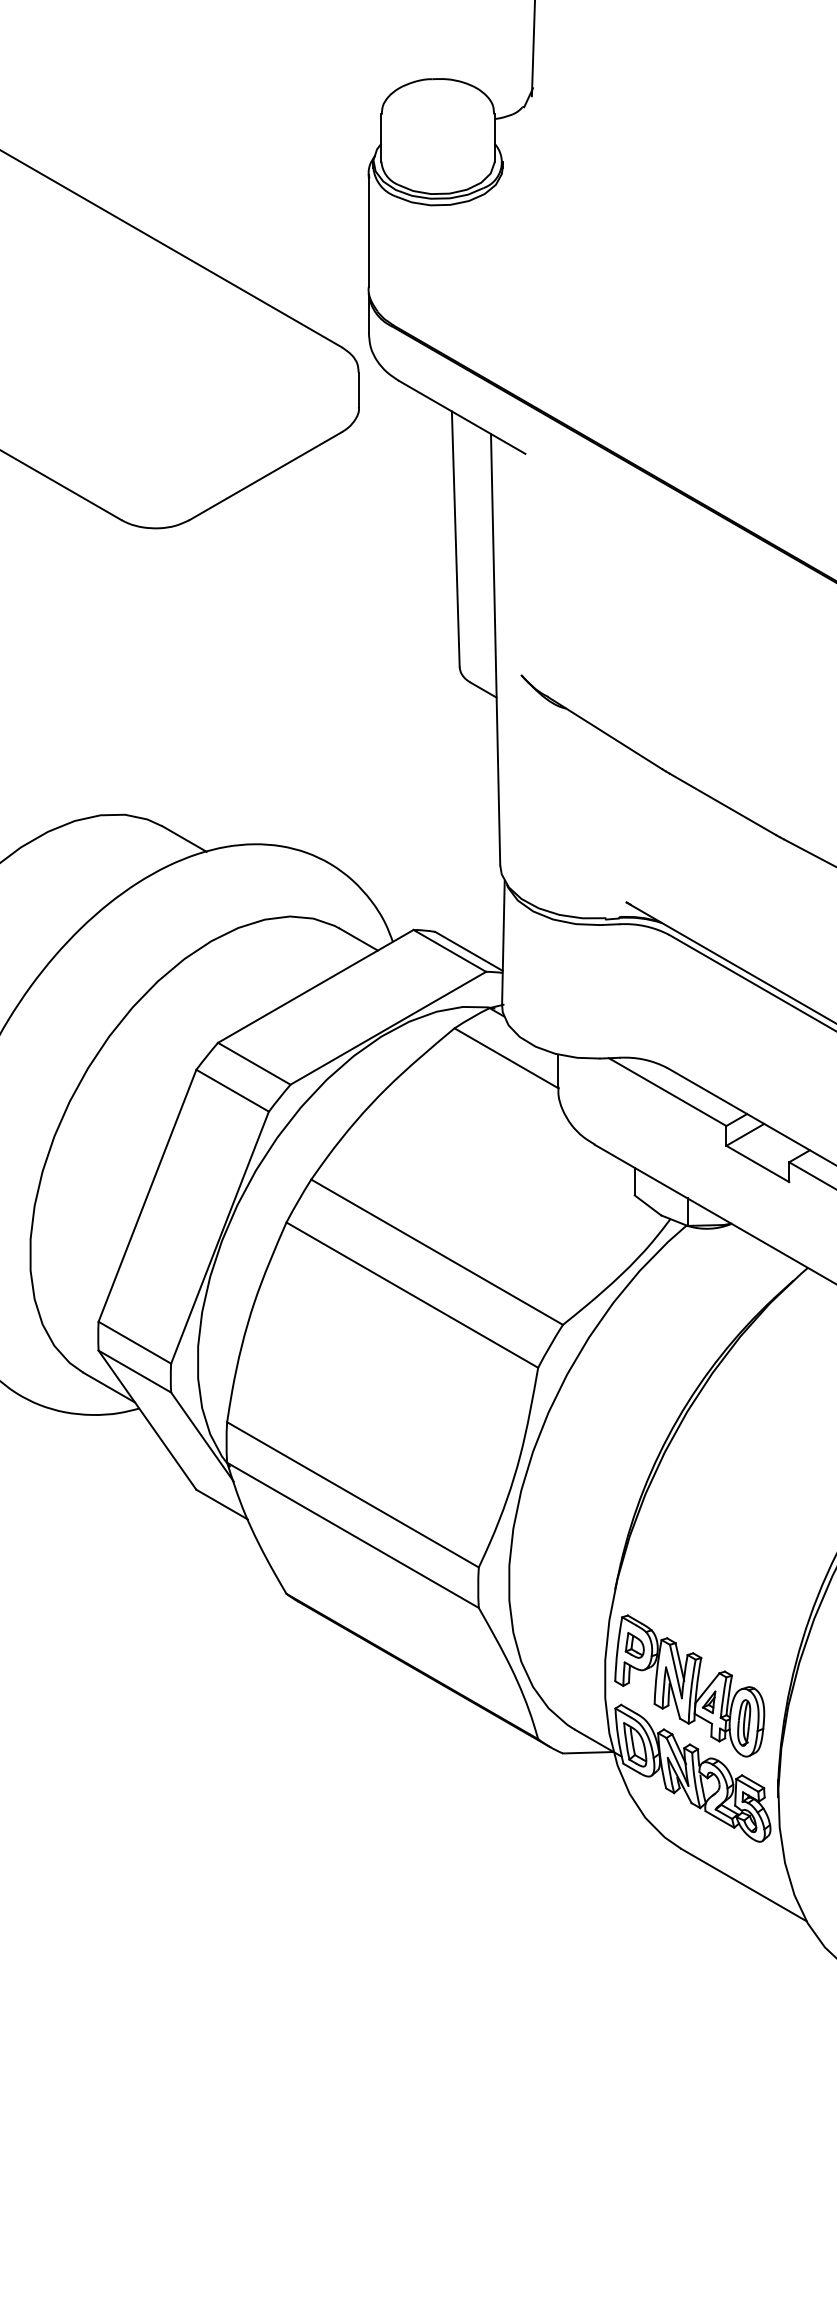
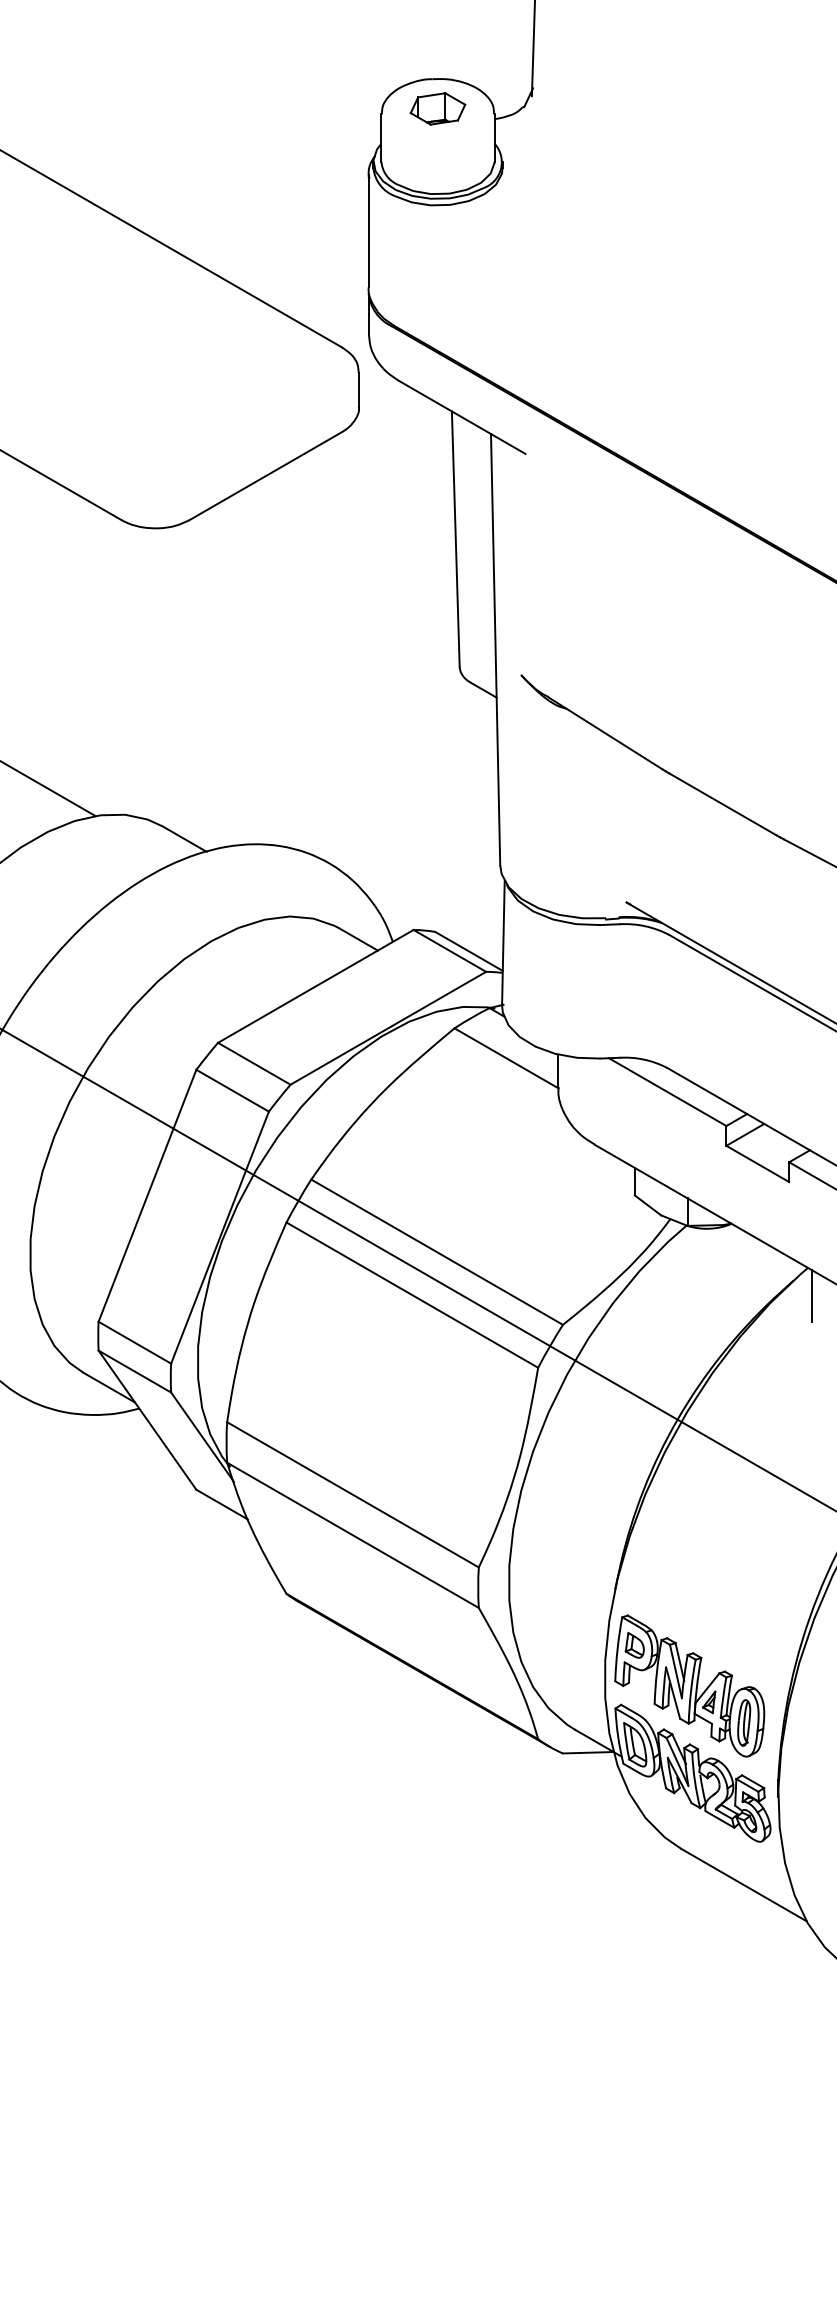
part at (437, 108): none -> present
line at (48, 789): none -> present
line at (417, 1269): none -> present
line at (811, 1296): none -> present
